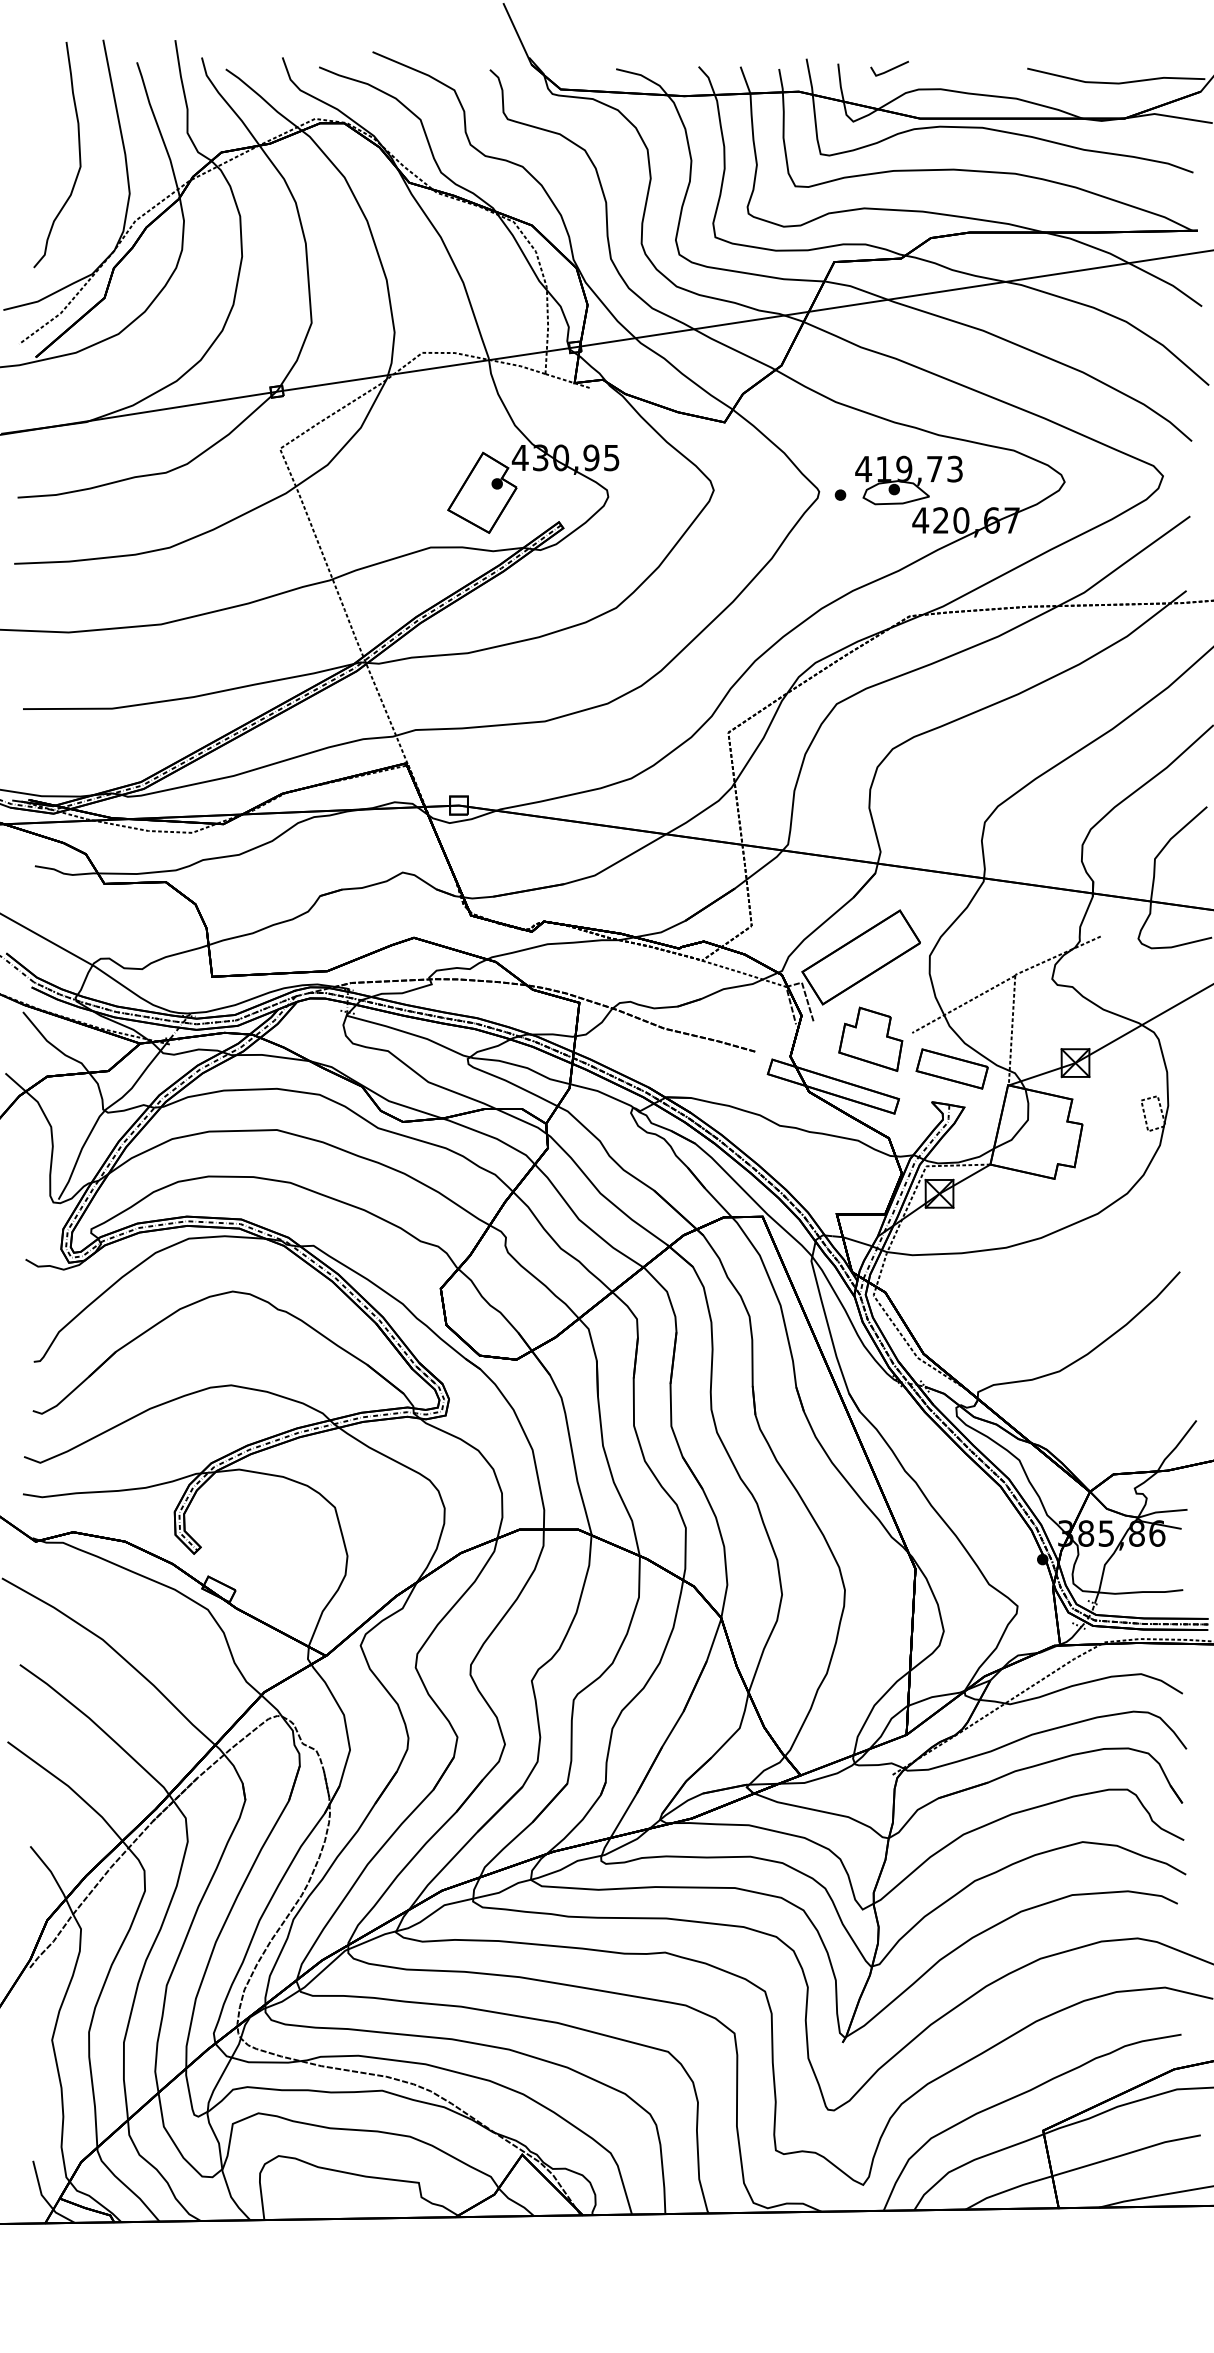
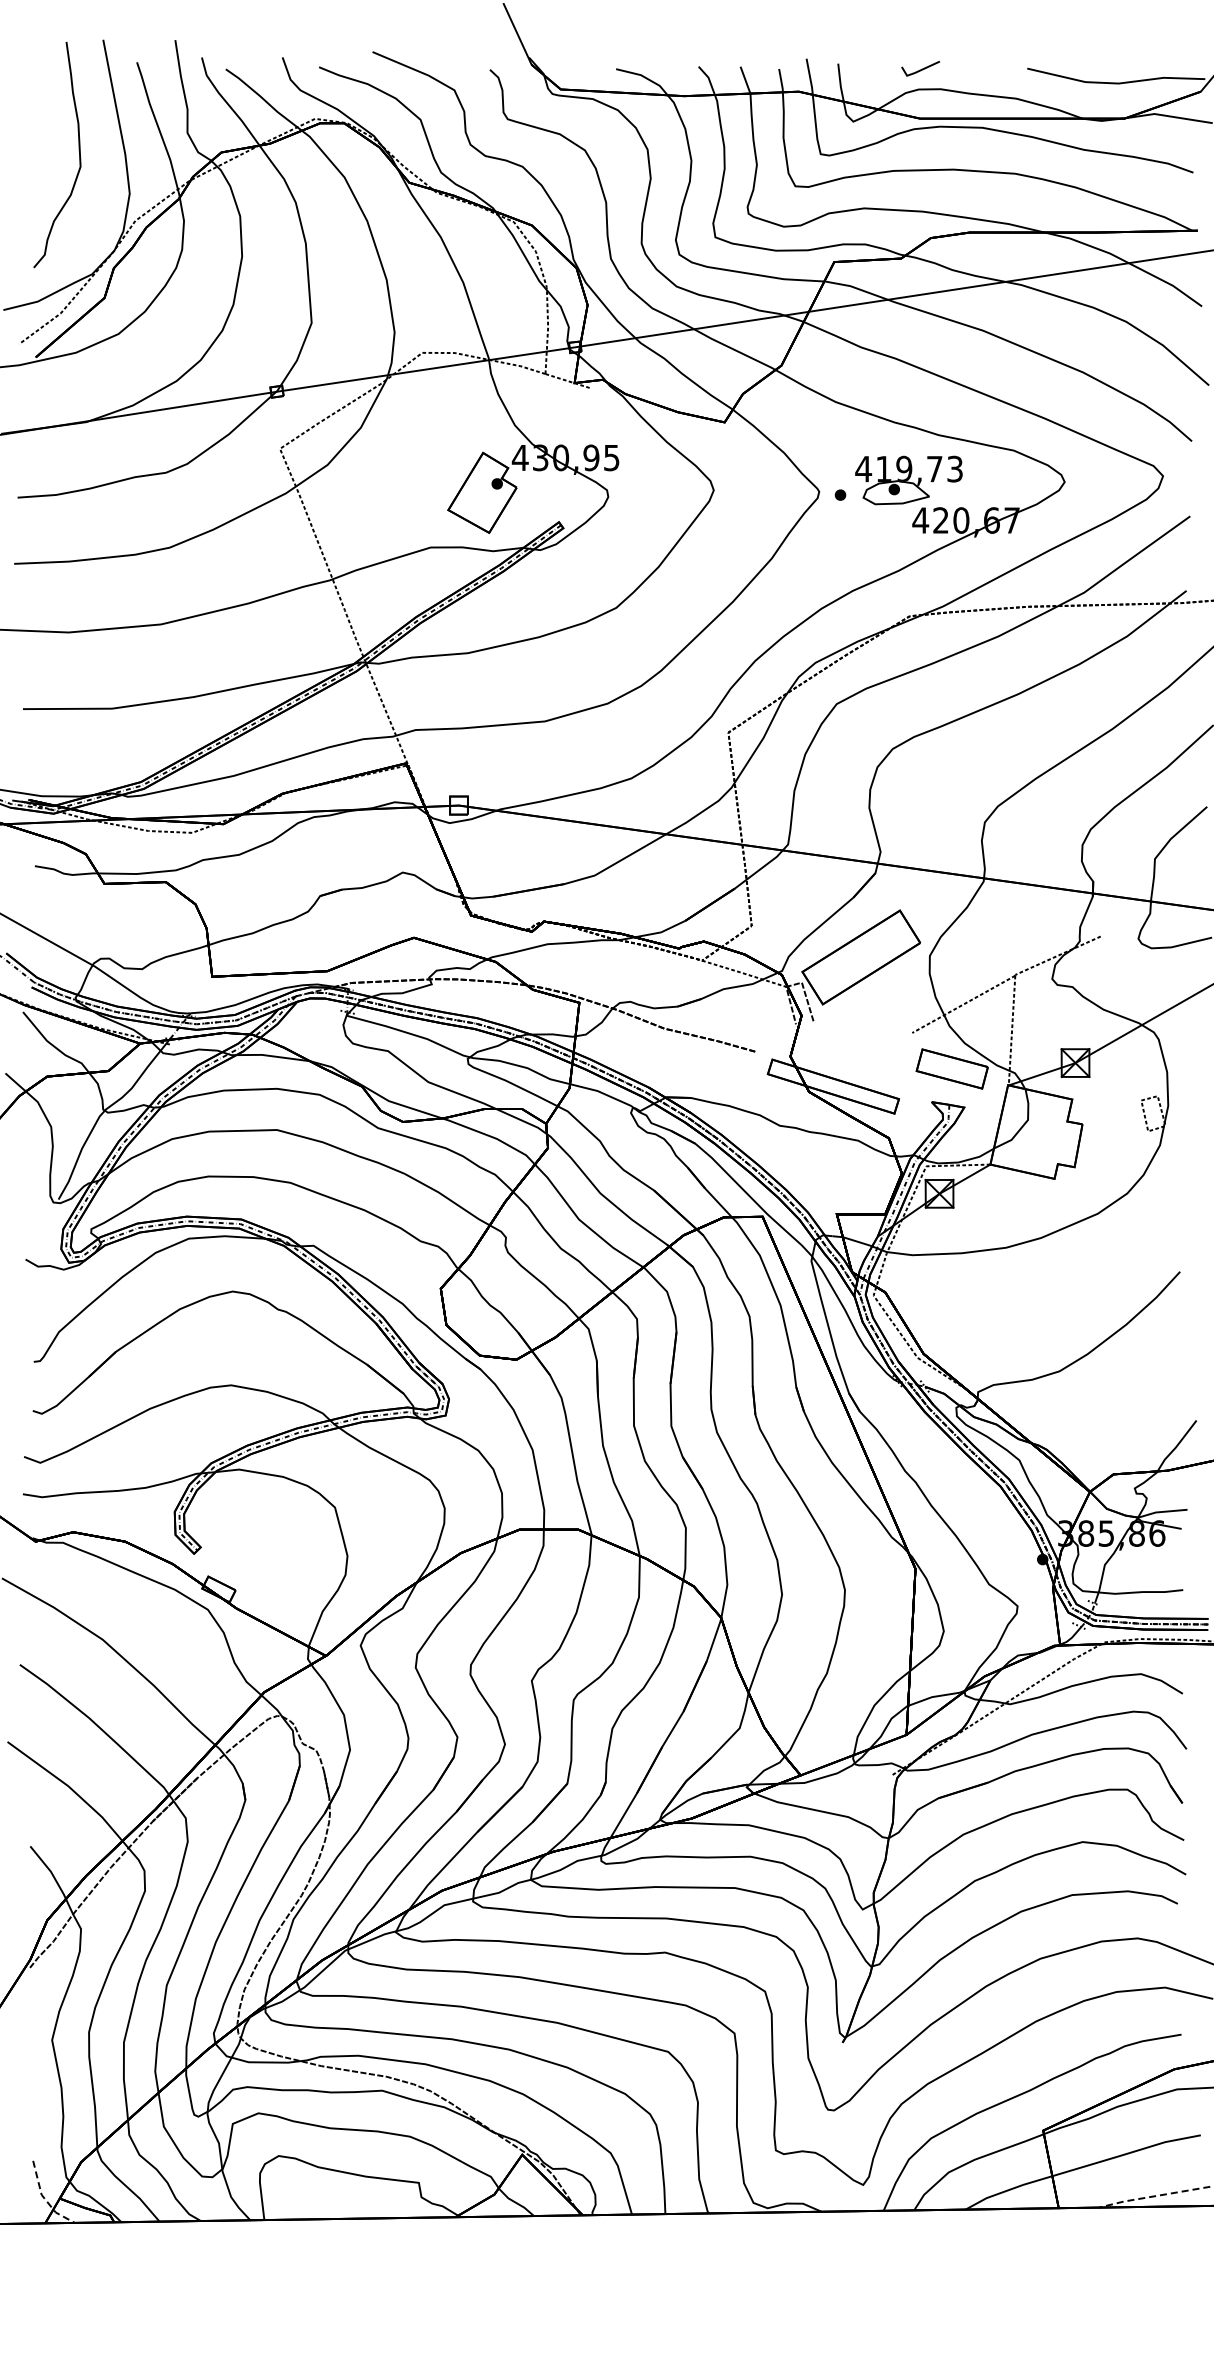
line at (889, 69) position: (889, 69) -> (920, 69)
part at (870, 1038): present -> none
line at (1155, 2196): solid -> dashed
line at (44, 2198): solid -> dashed
